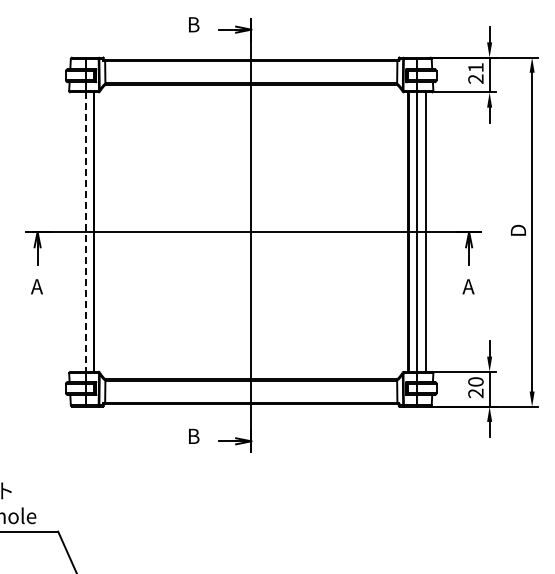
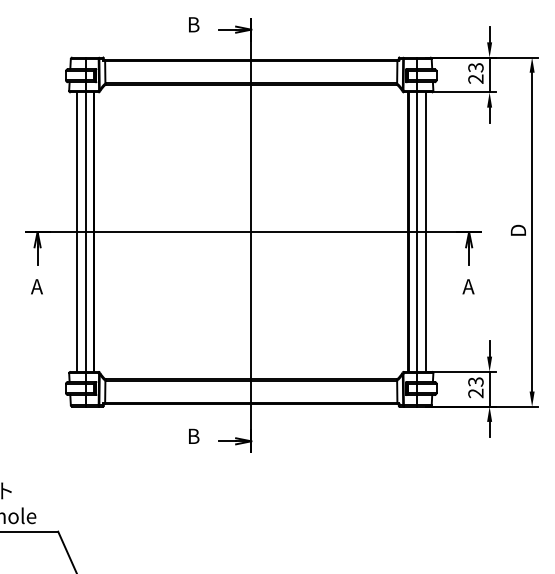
text at (475, 67): 21 -> 23
line at (76, 231): none -> present
line at (85, 232): dashed -> solid
text at (475, 381): 20 -> 23
